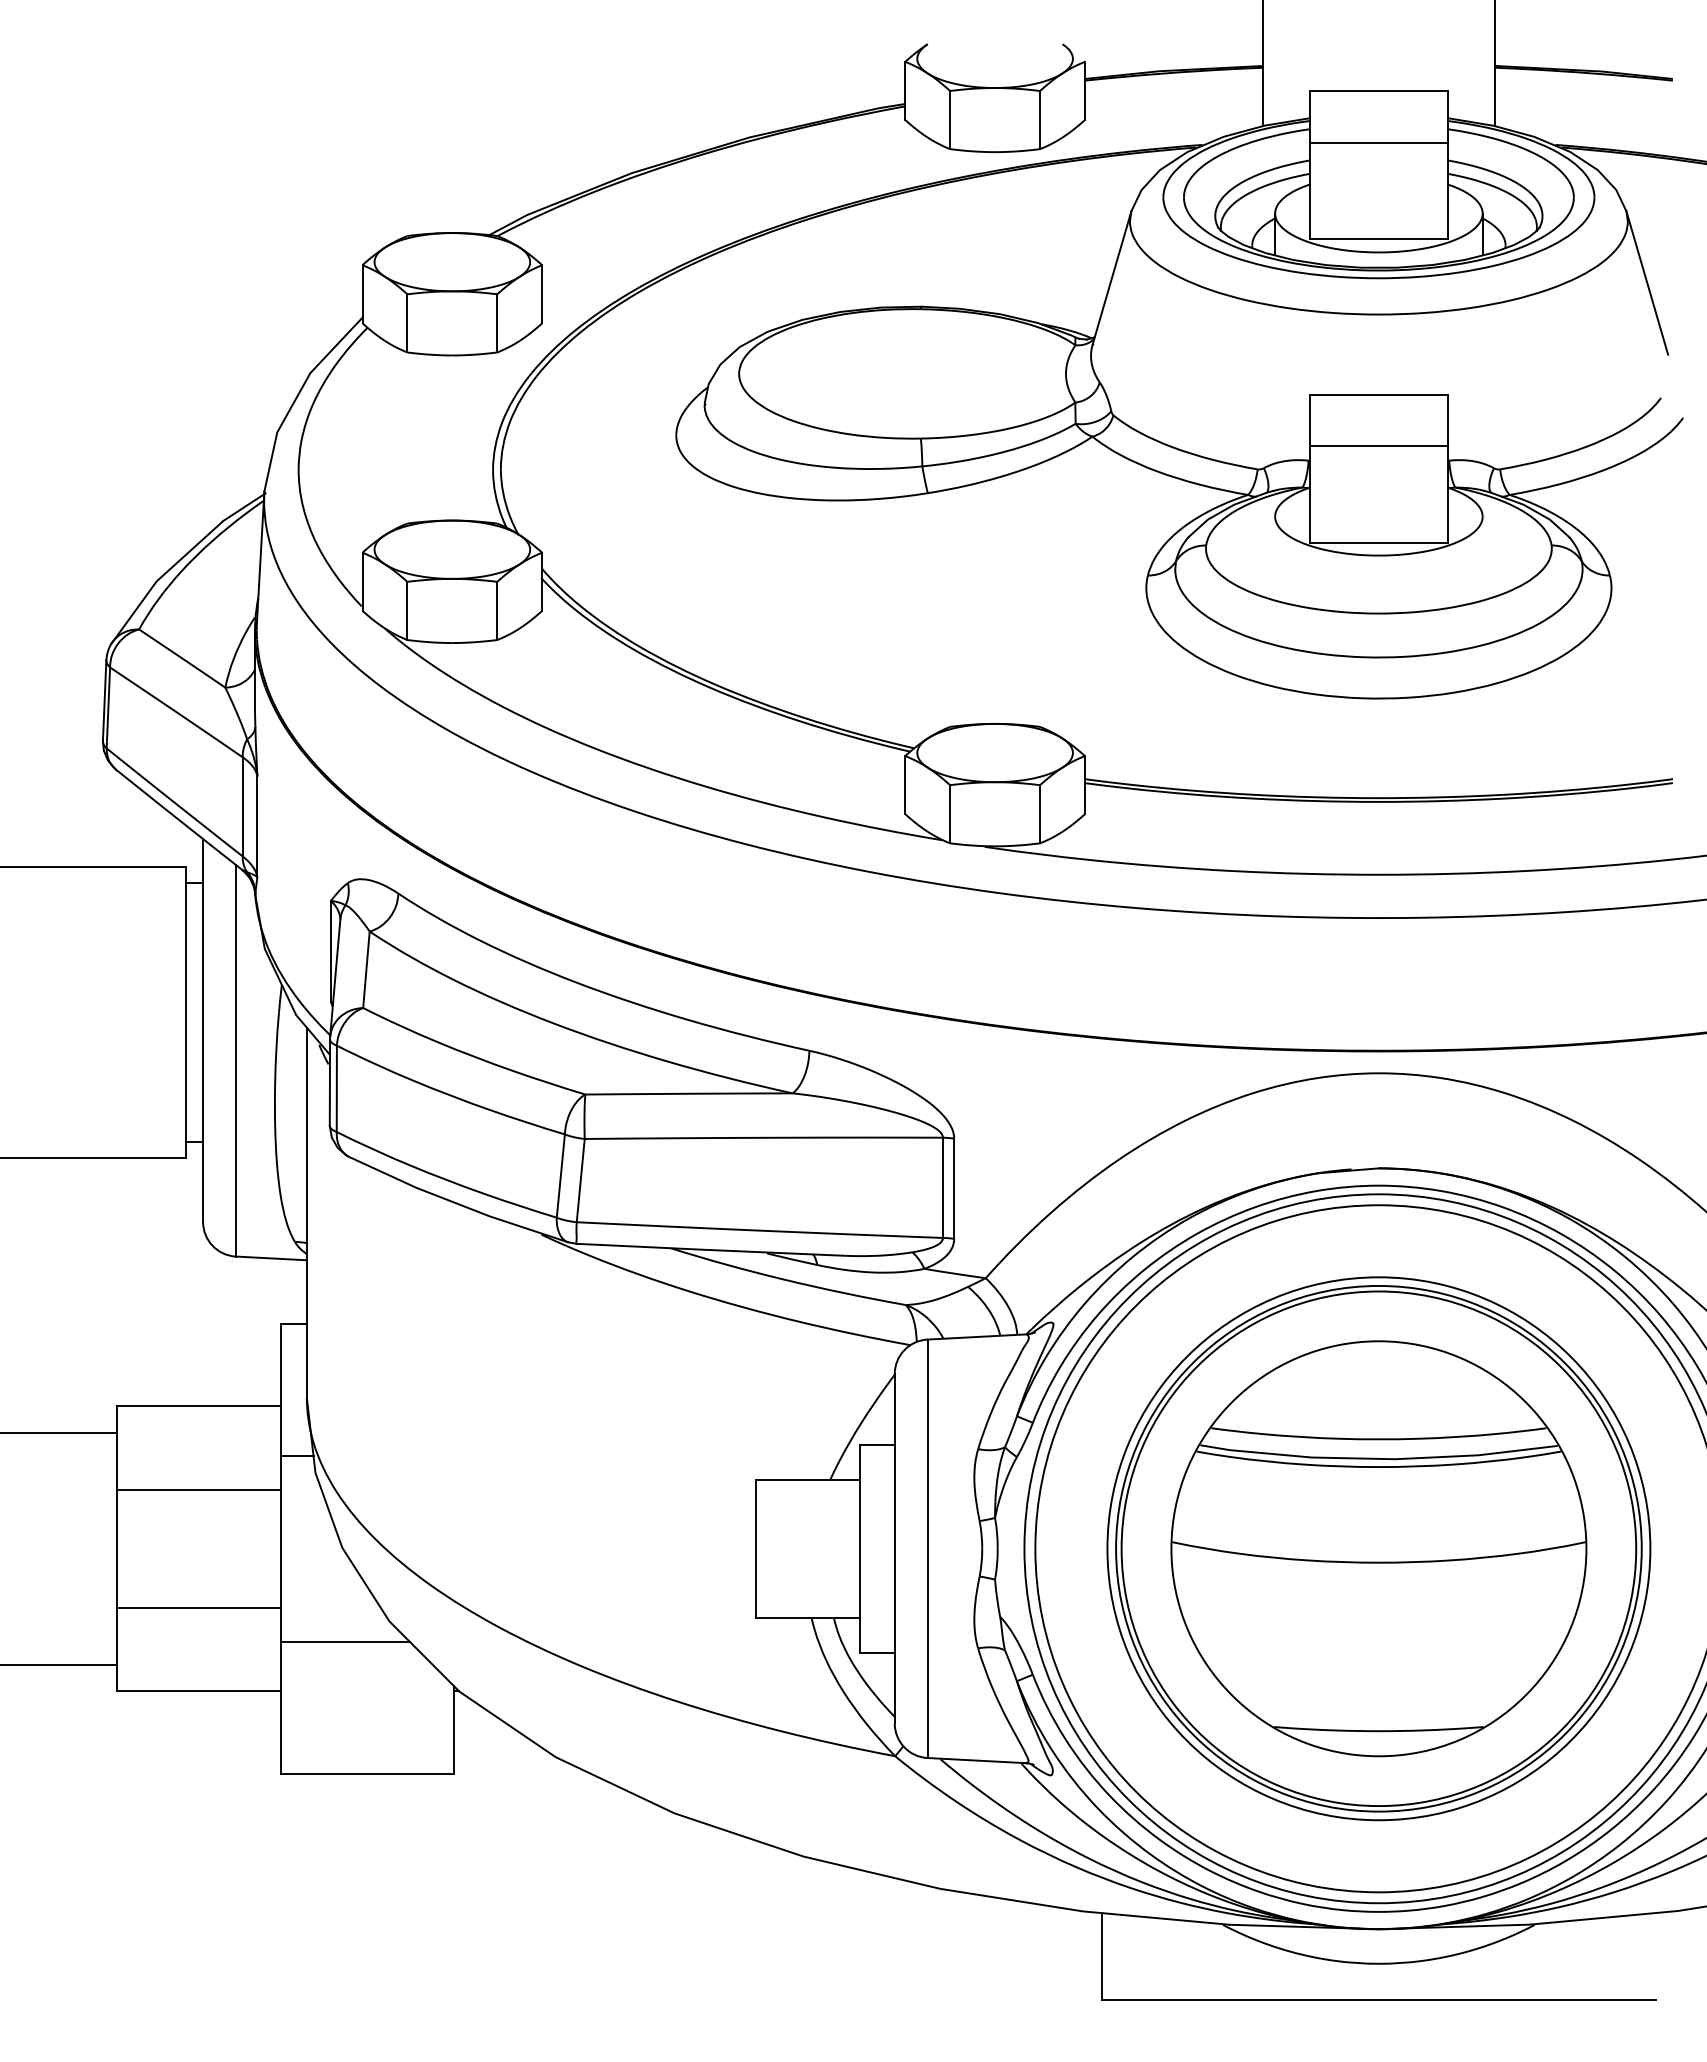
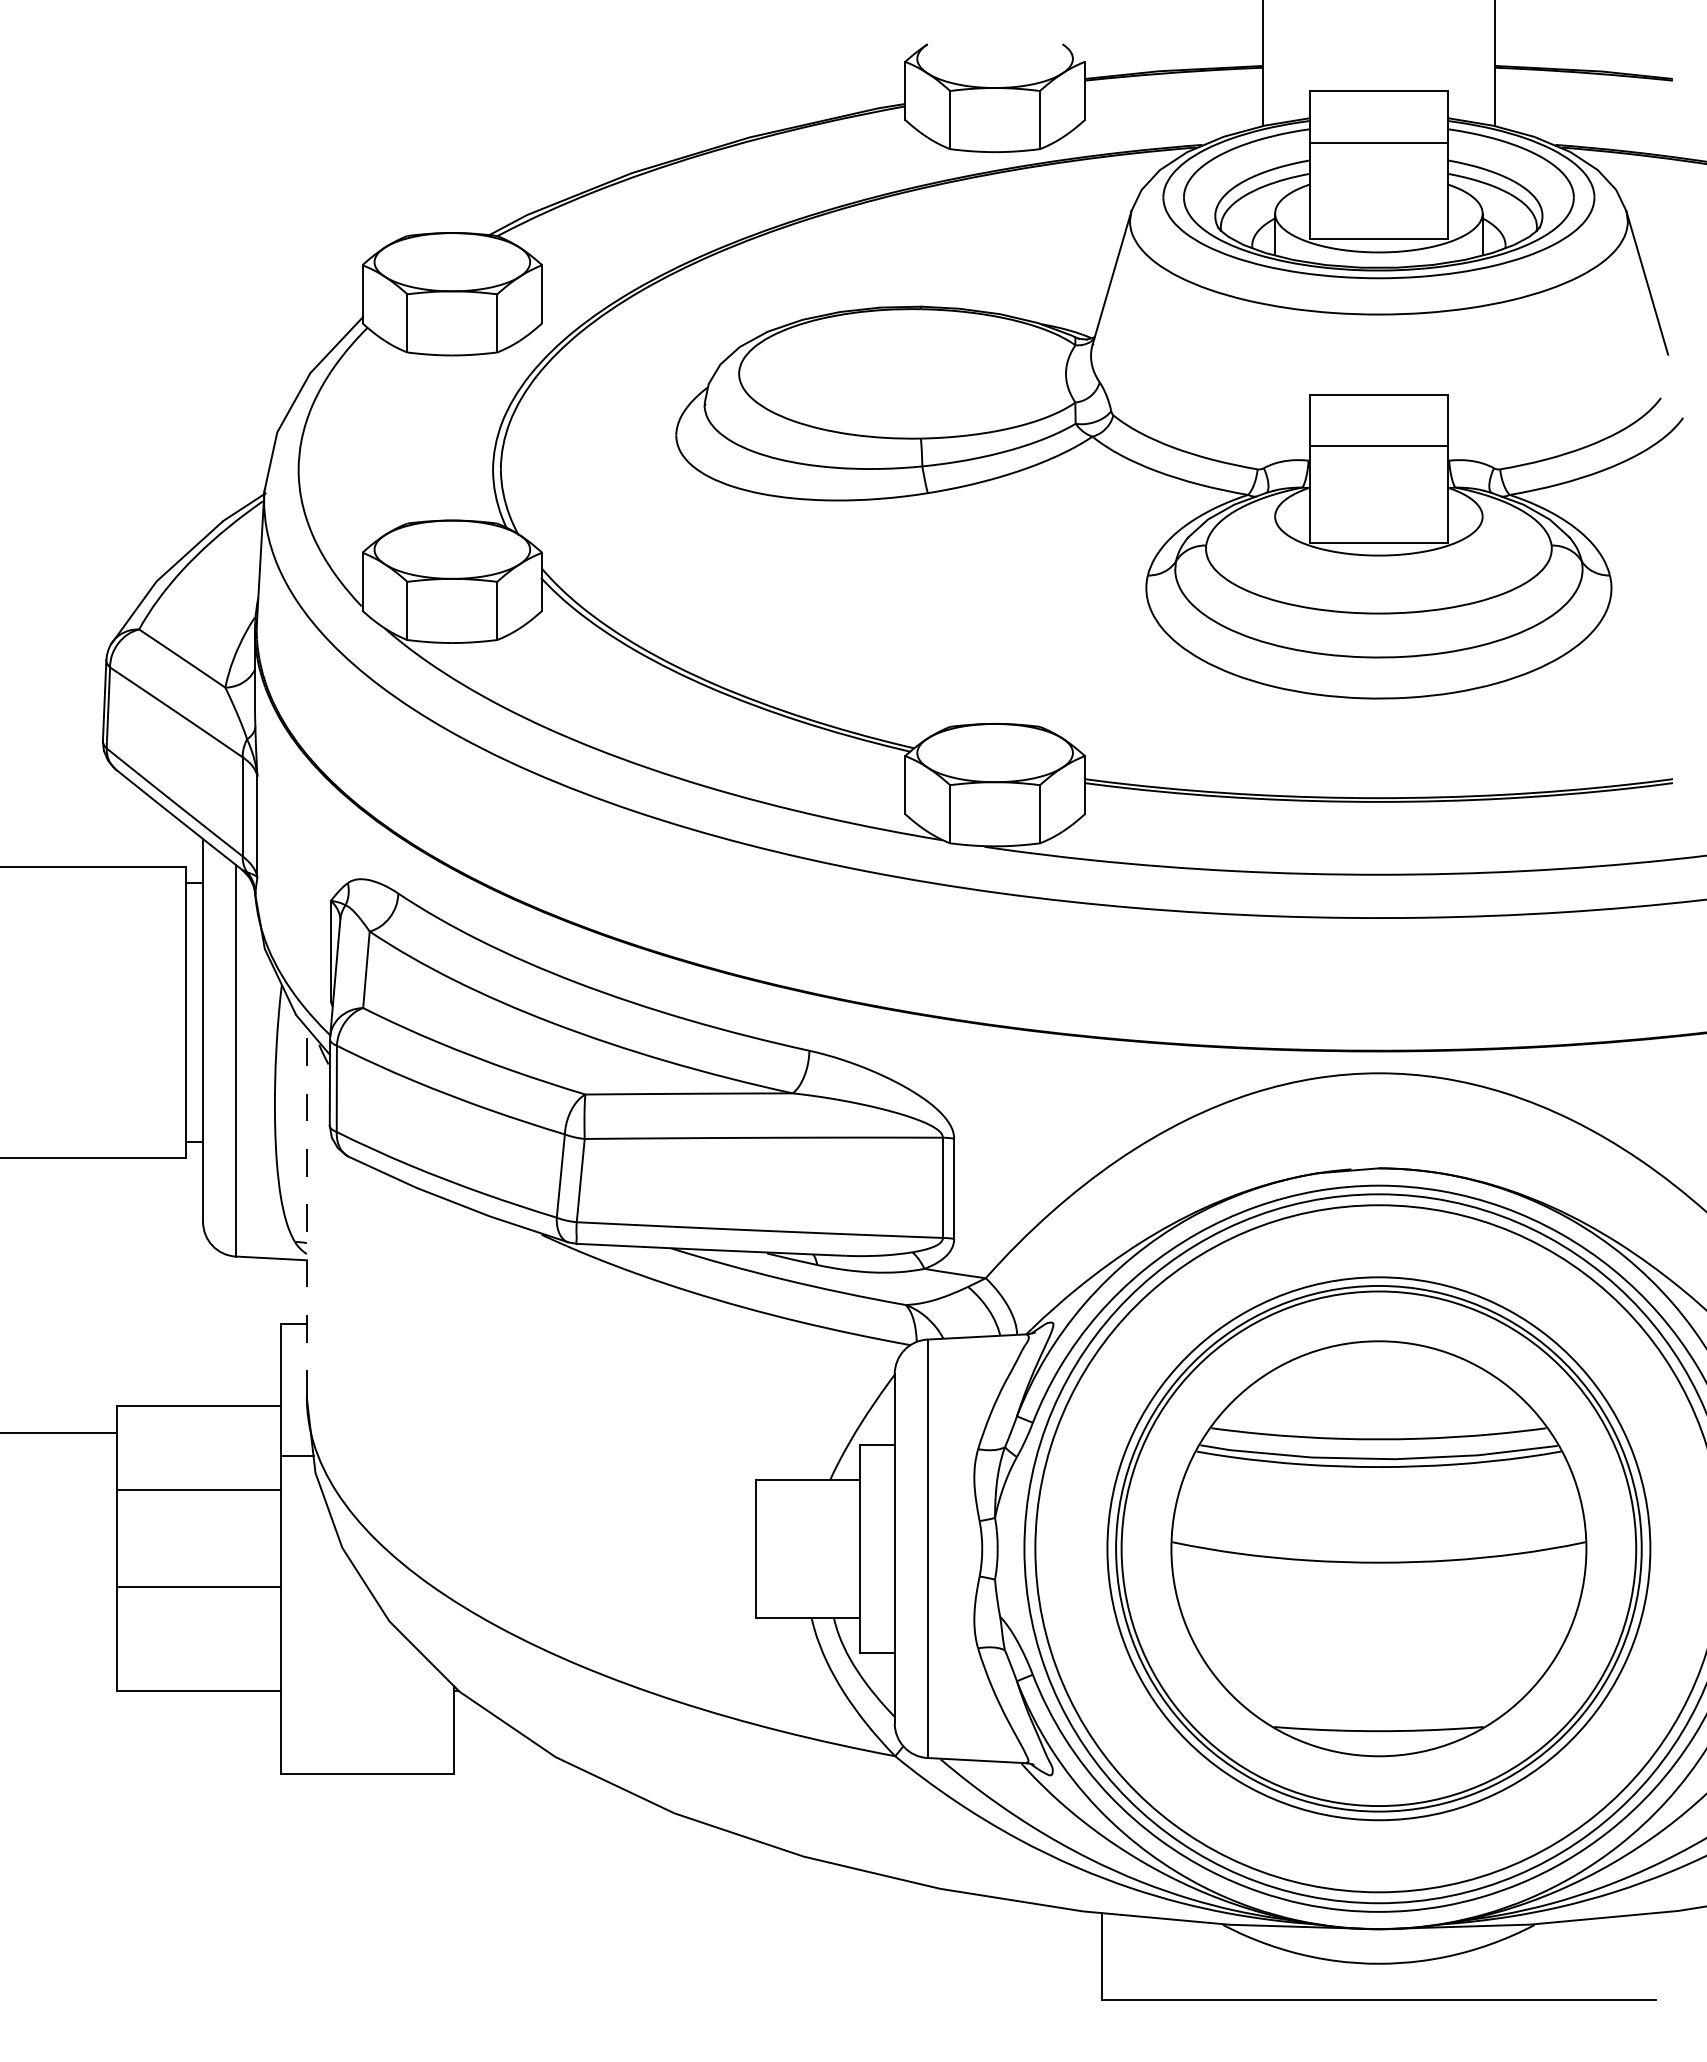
line at (306, 1212): solid -> dashed
line at (198, 1607) position: (198, 1607) -> (198, 1586)
line at (344, 1641): present -> none
line at (59, 1664): present -> none
